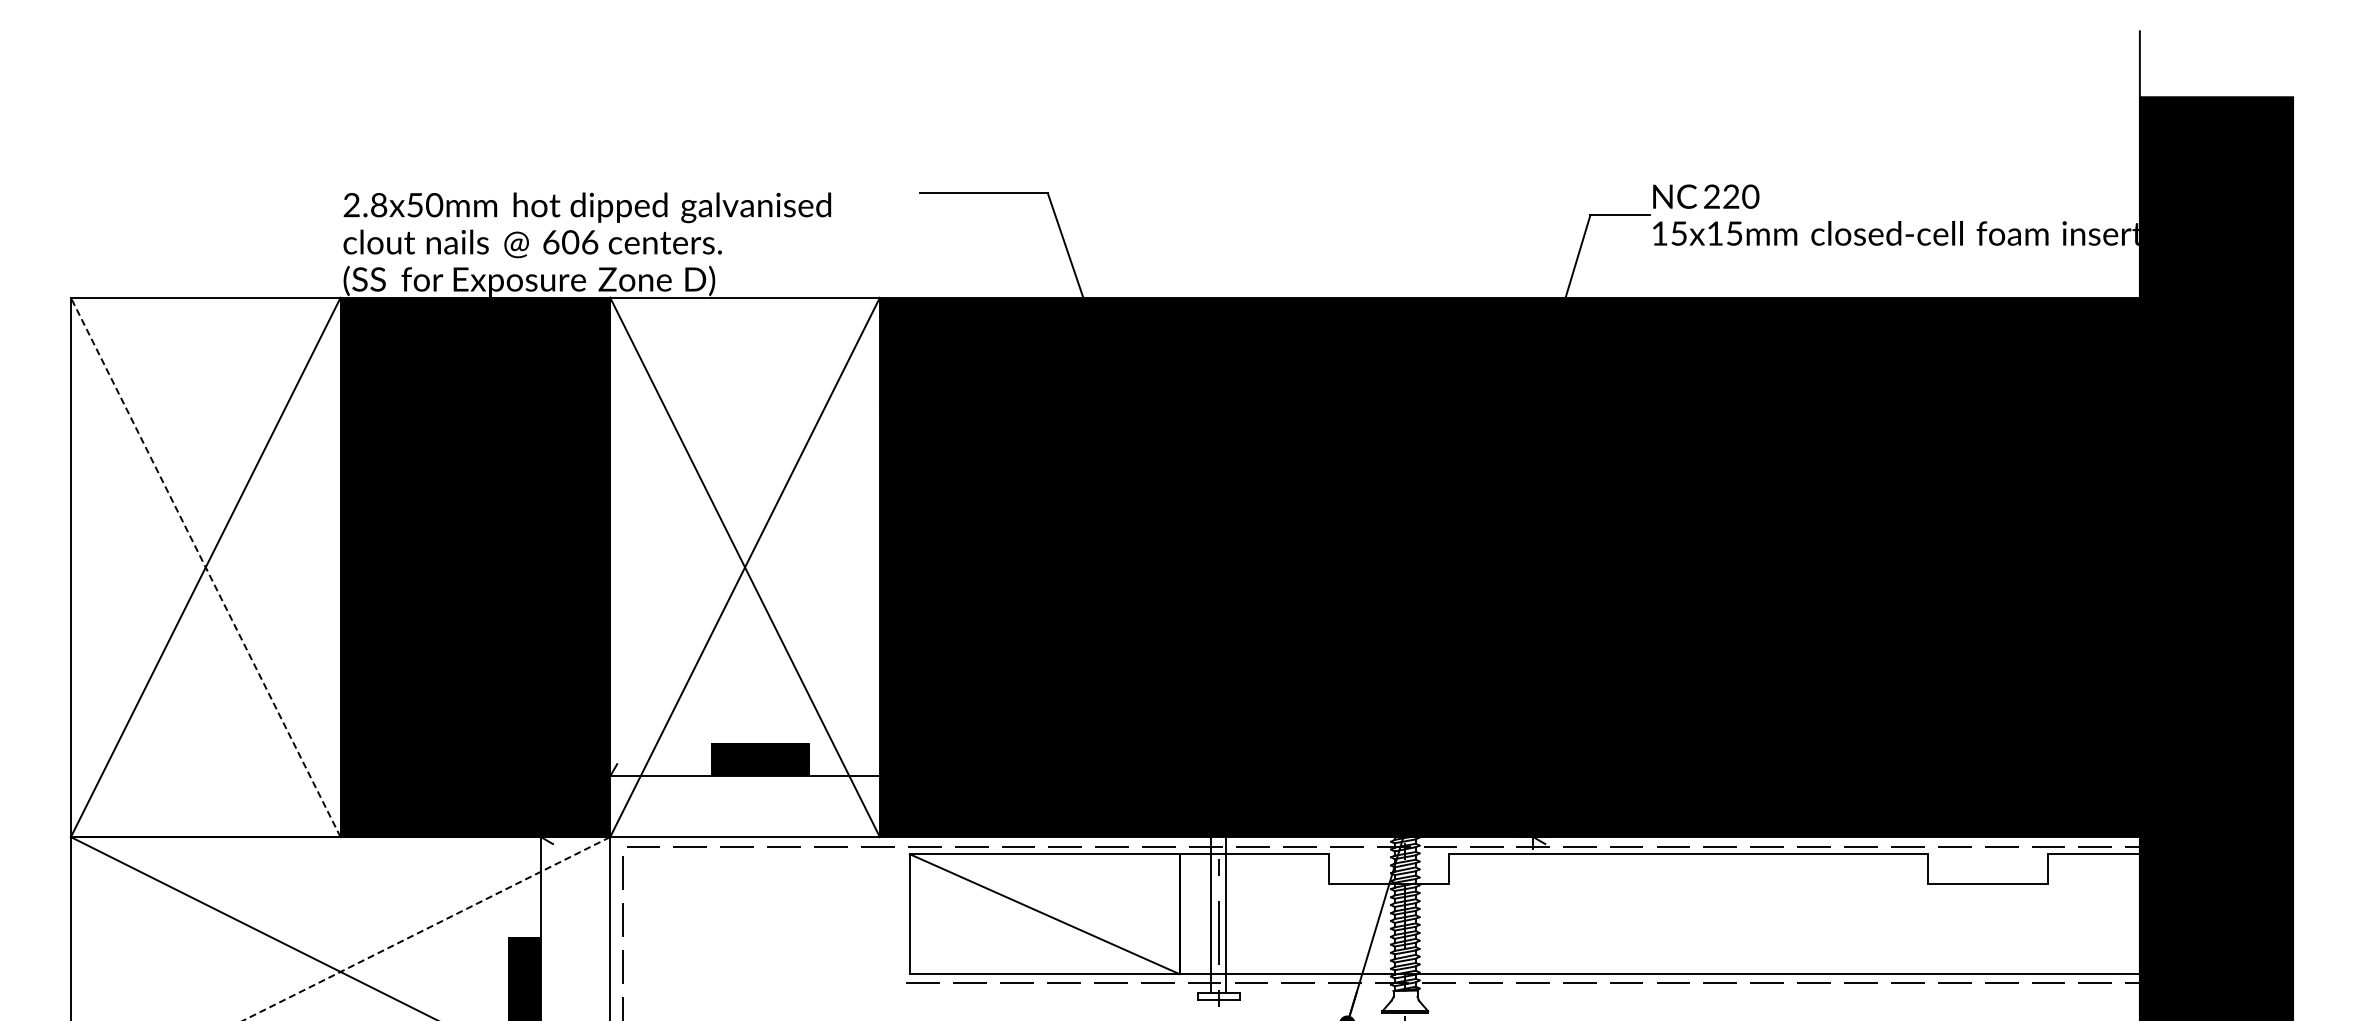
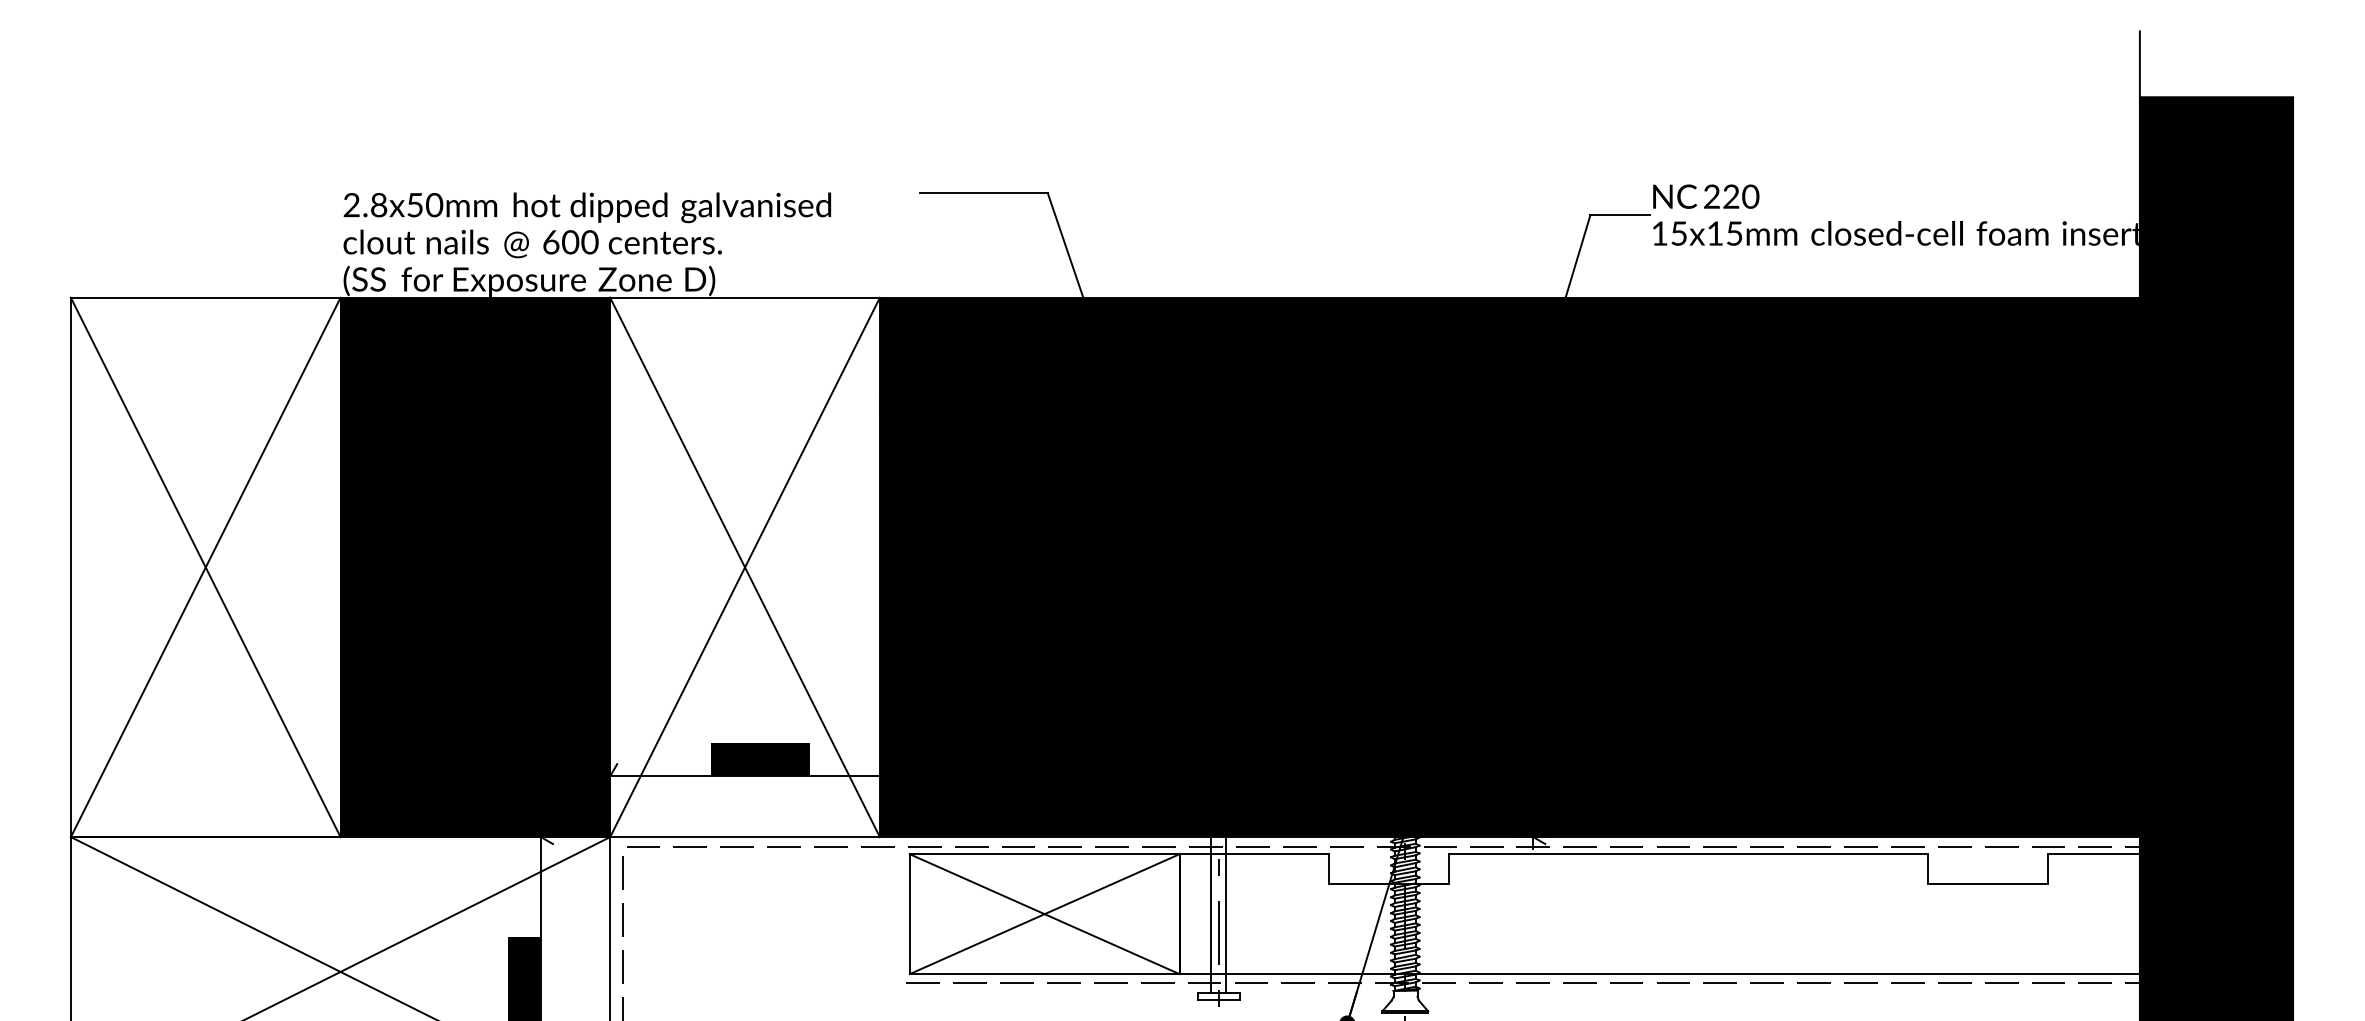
text at (589, 241): 606 -> 600
line at (205, 567): dashed -> solid
line at (1044, 914): none -> present
line at (425, 929): dashed -> solid
